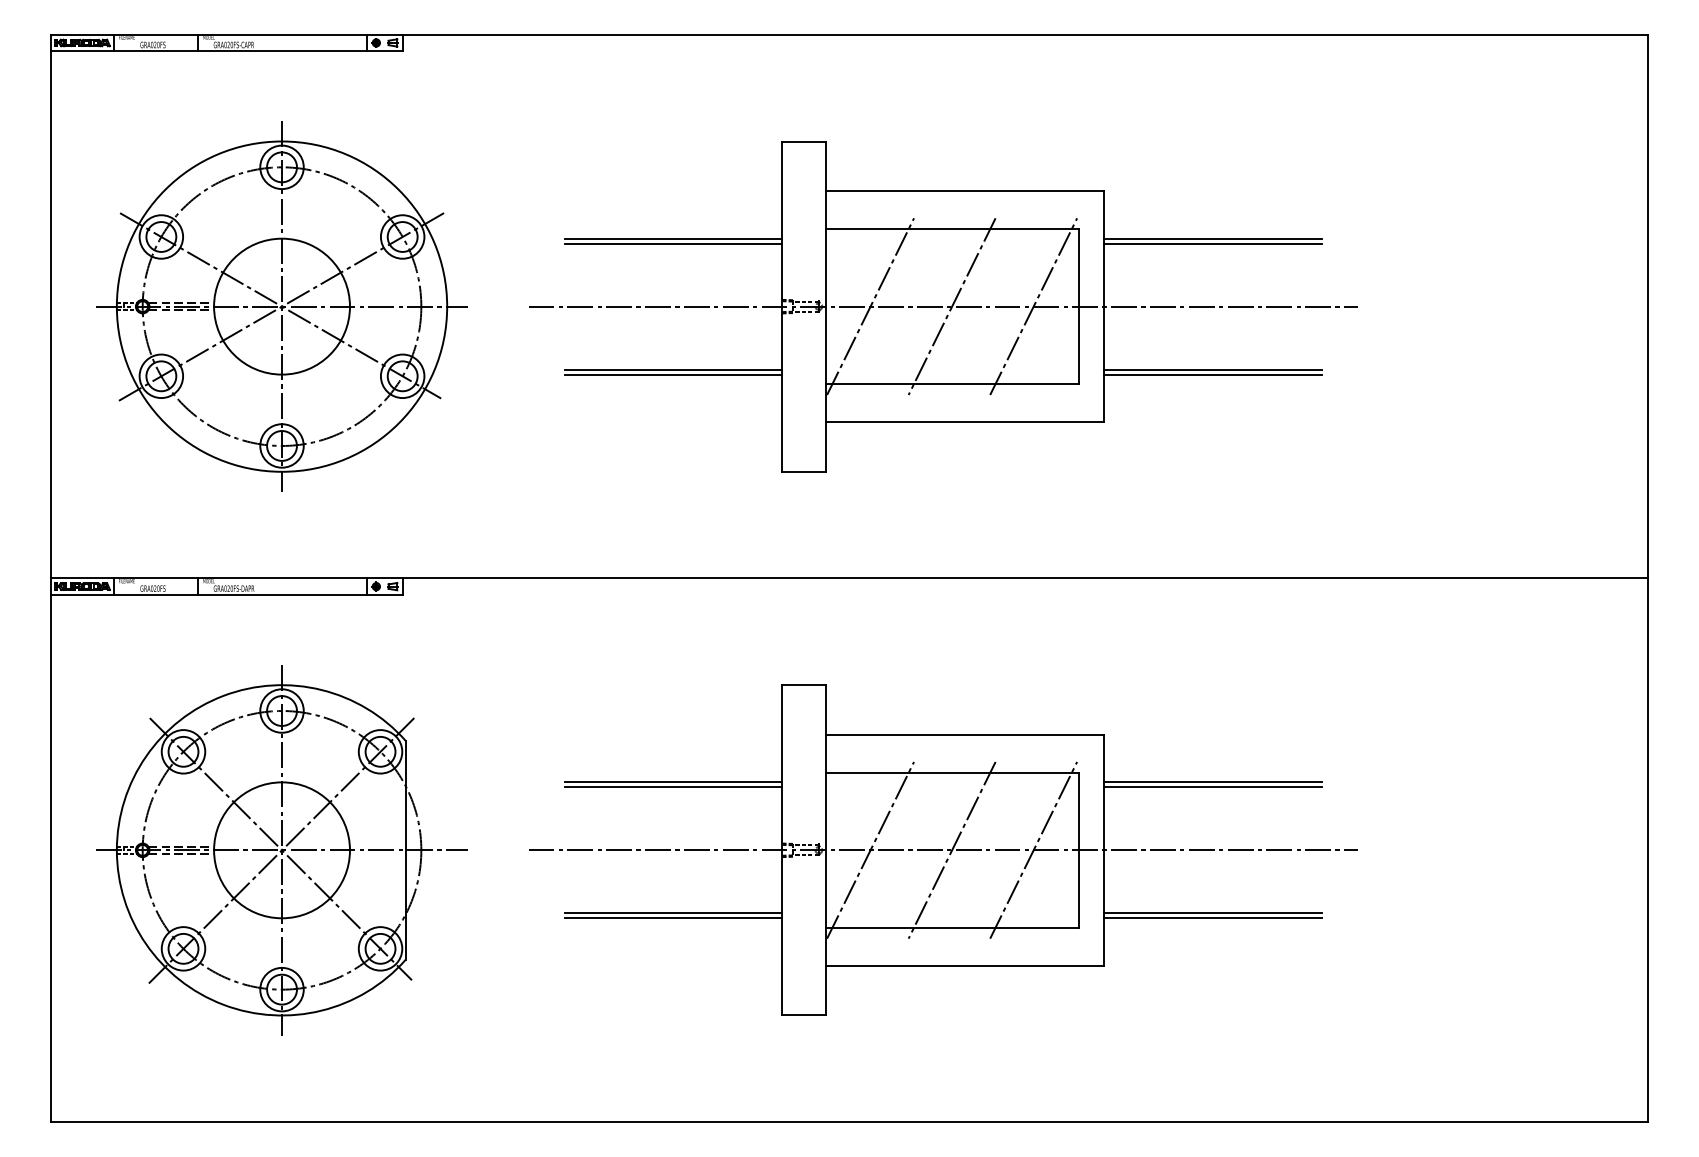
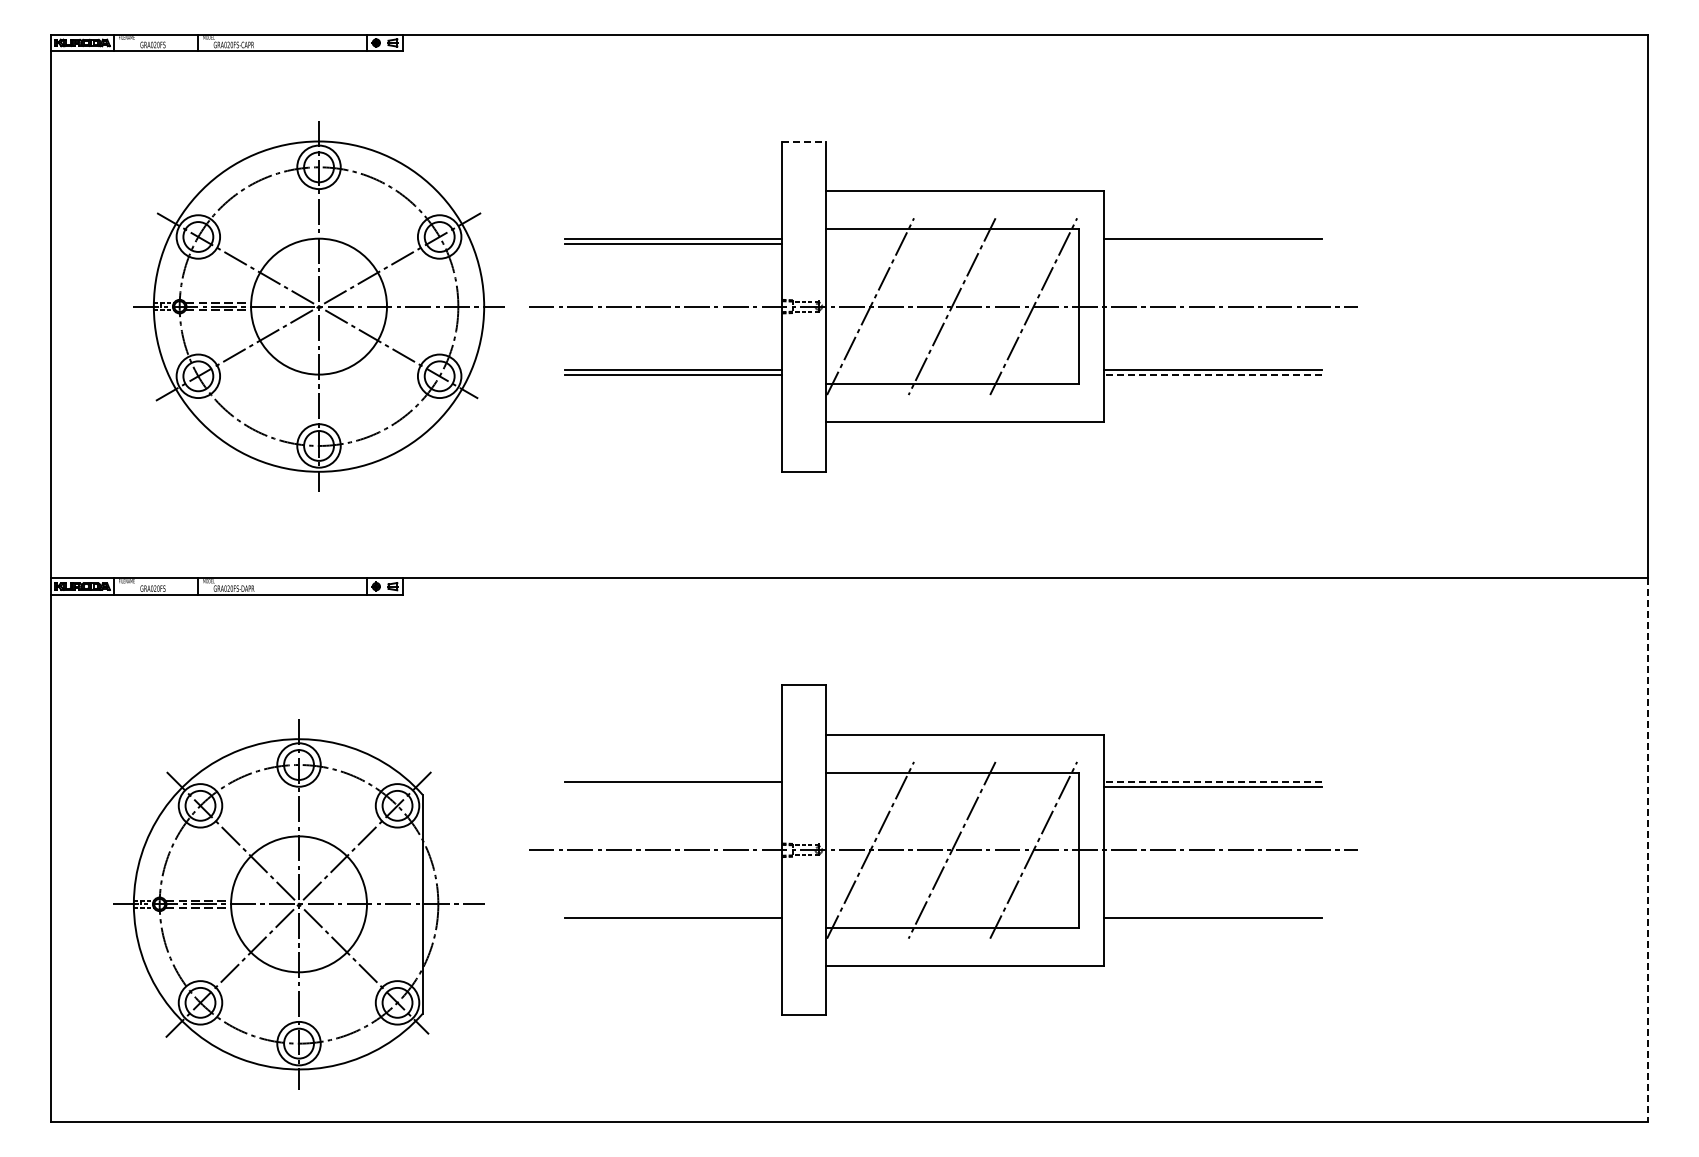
line at (803, 141): solid -> dashed
line at (1212, 243): present -> none
part at (281, 306) position: (281, 306) -> (318, 306)
line at (1213, 374): solid -> dashed
line at (1213, 782): solid -> dashed
line at (673, 787): present -> none
part at (281, 850) position: (281, 850) -> (298, 904)
line at (1648, 850): solid -> dashed
line at (673, 913): present -> none
line at (1212, 913): present -> none
